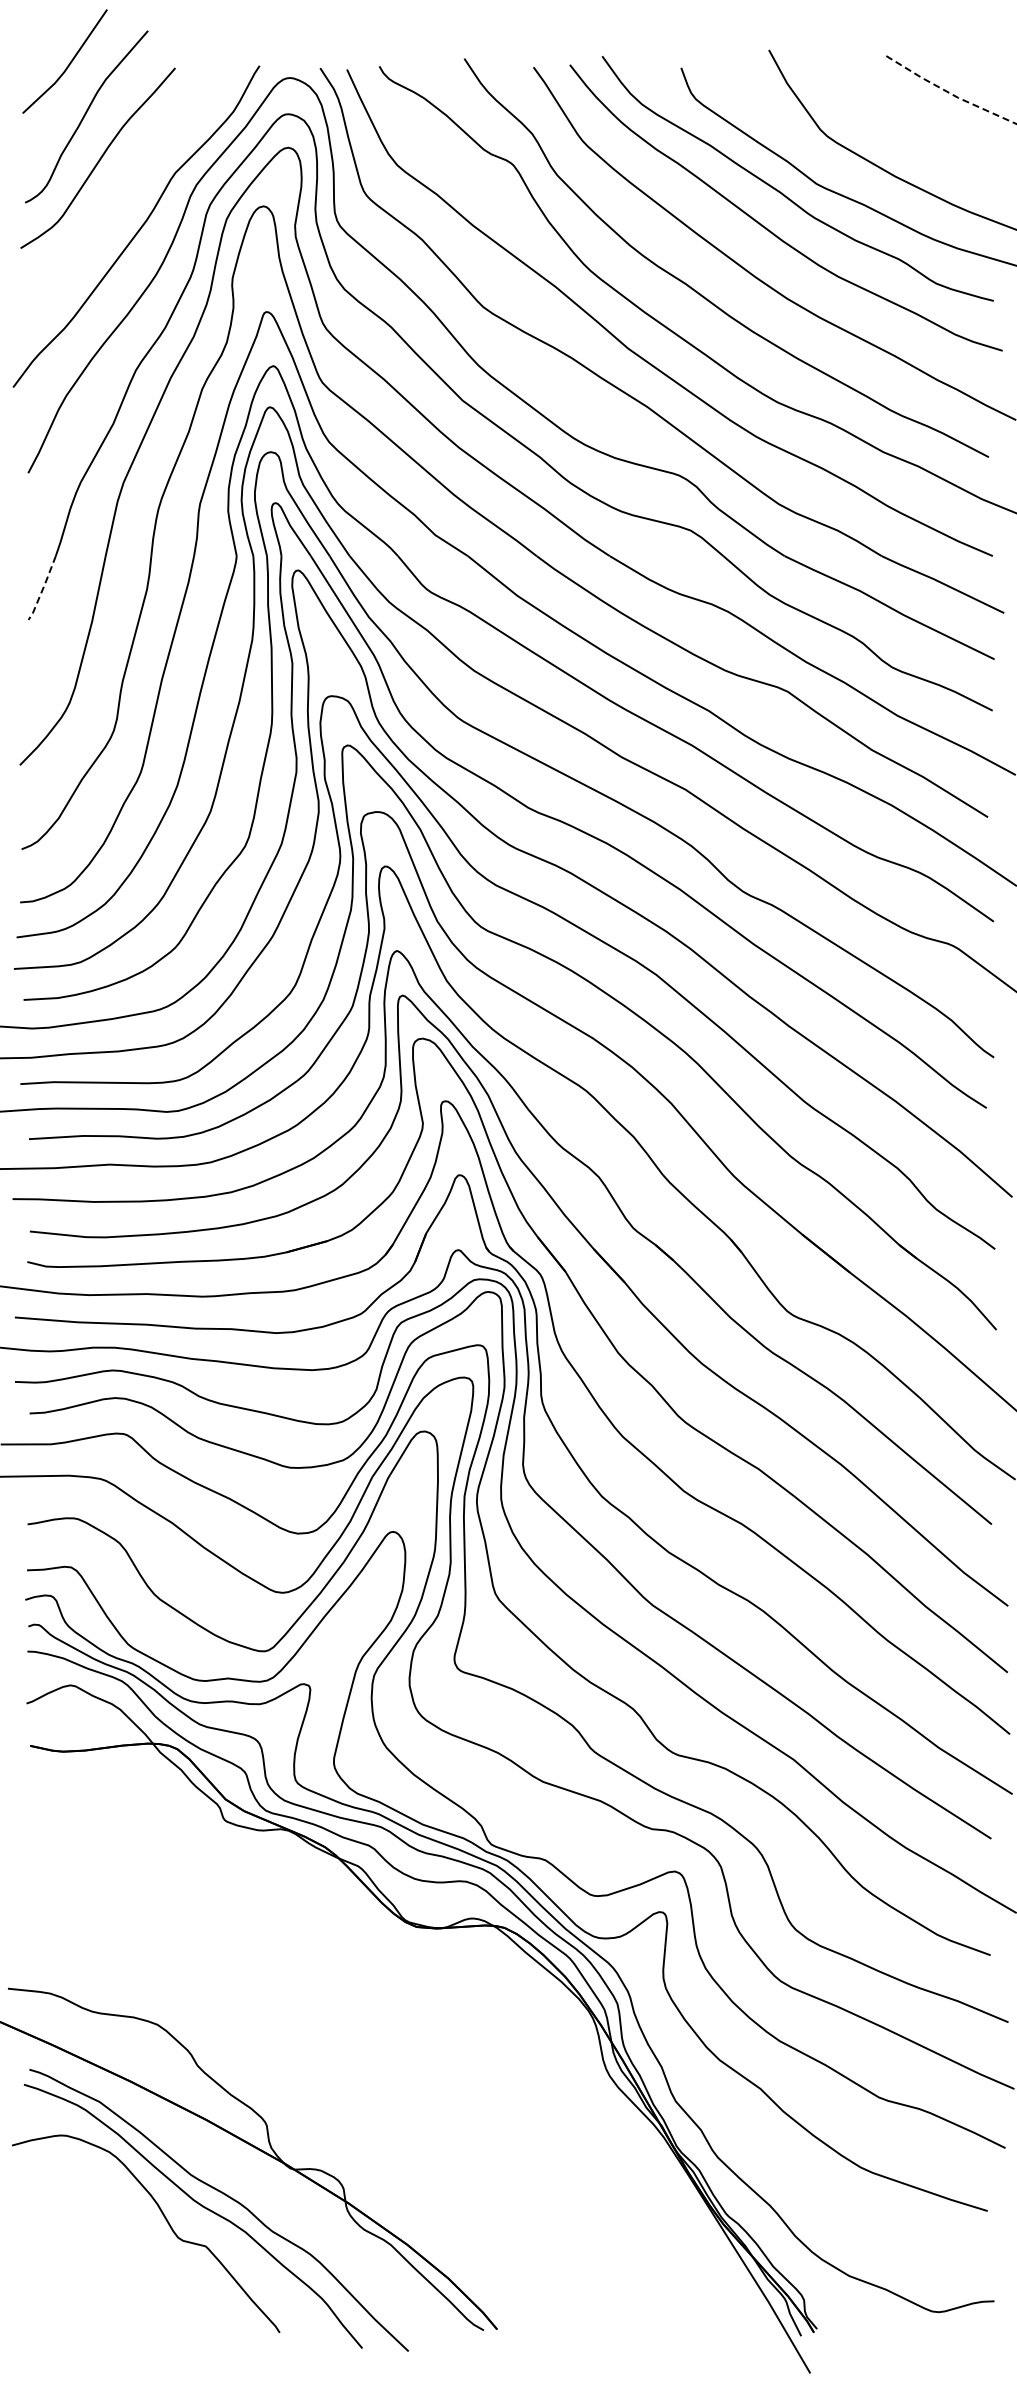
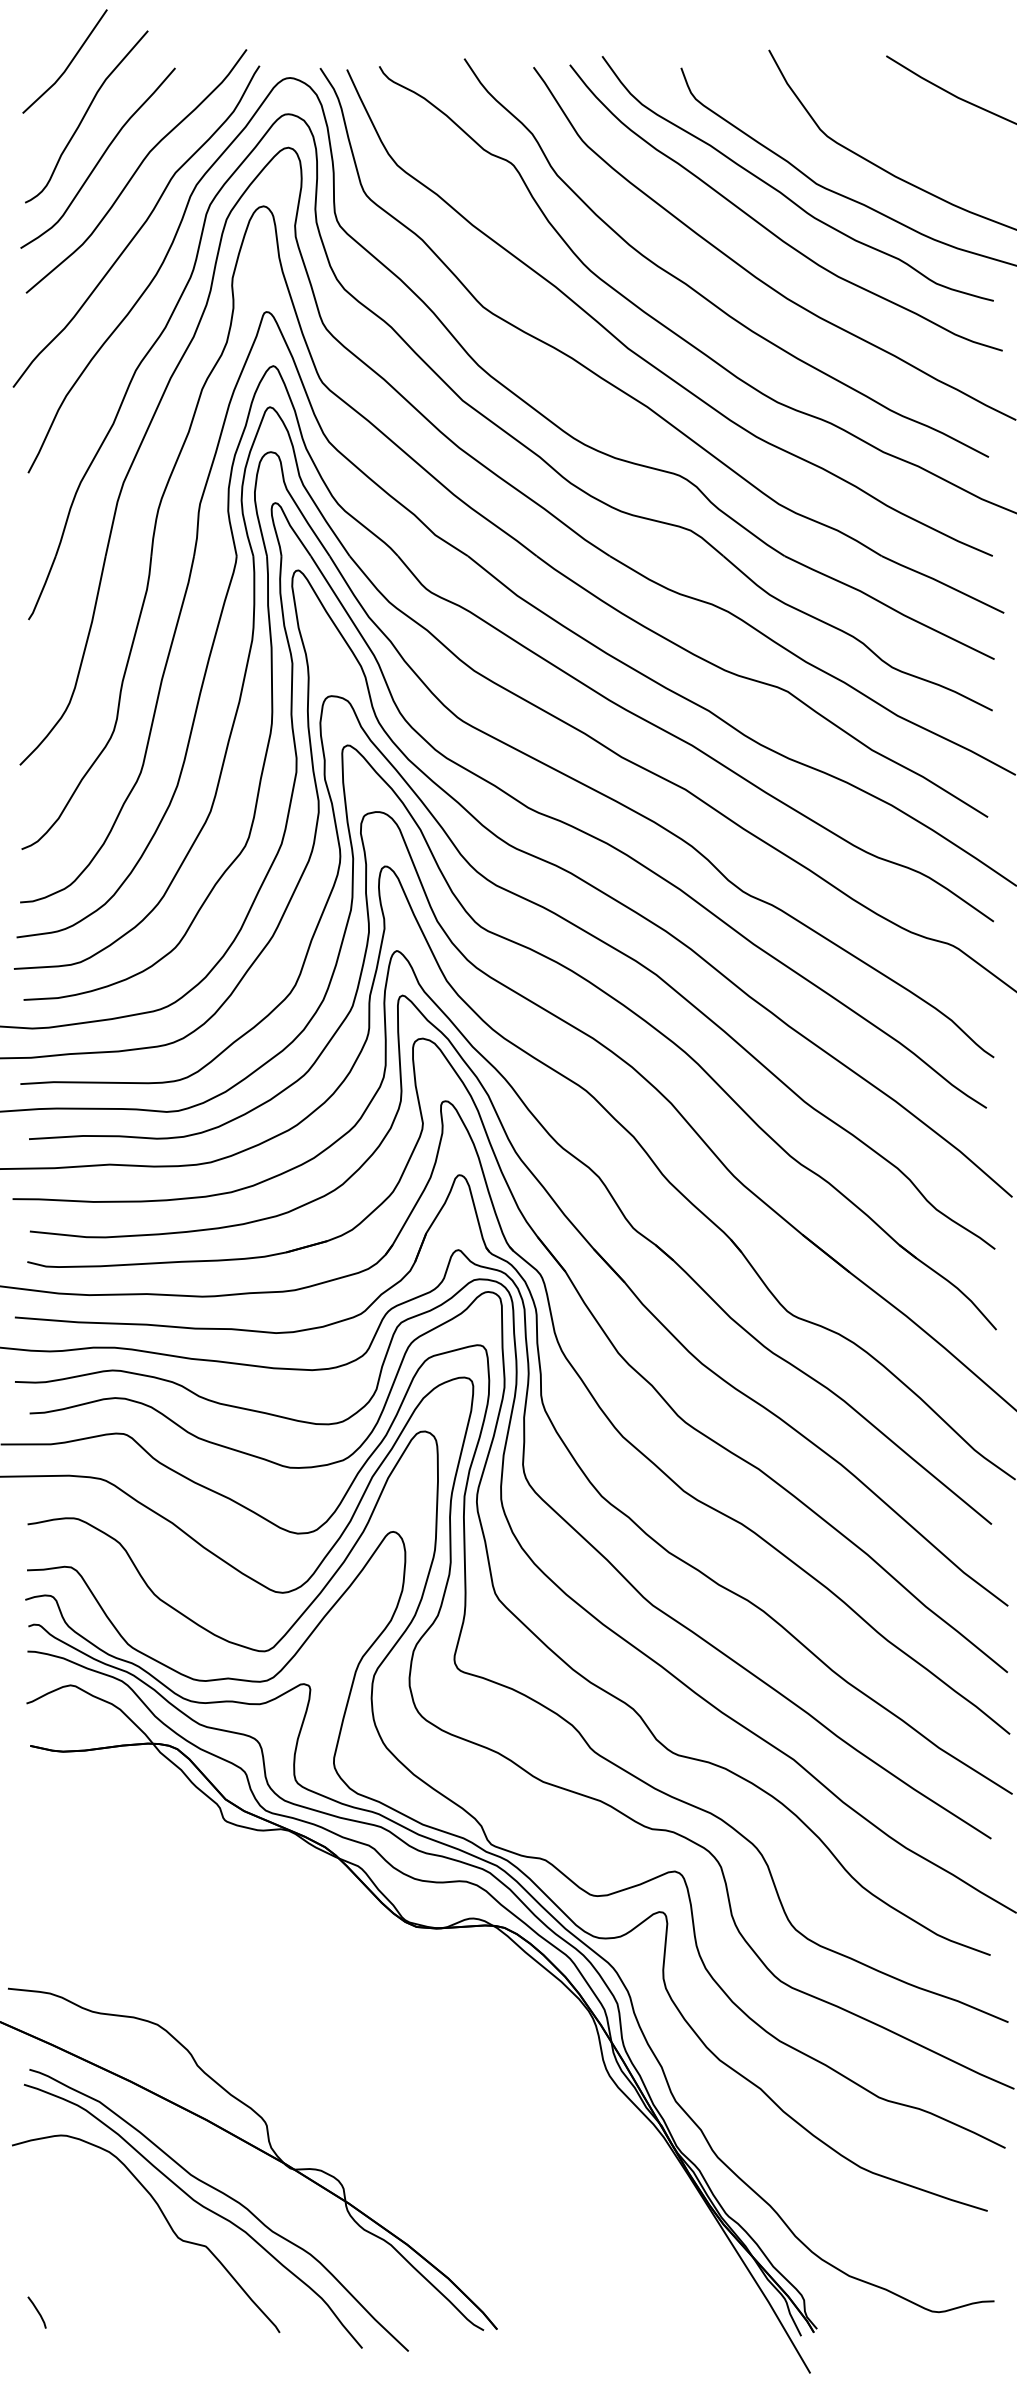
line at (948, 92): dashed -> solid
curve at (136, 171): none -> present
line at (43, 588): dashed -> solid
line at (36, 2311): none -> present
